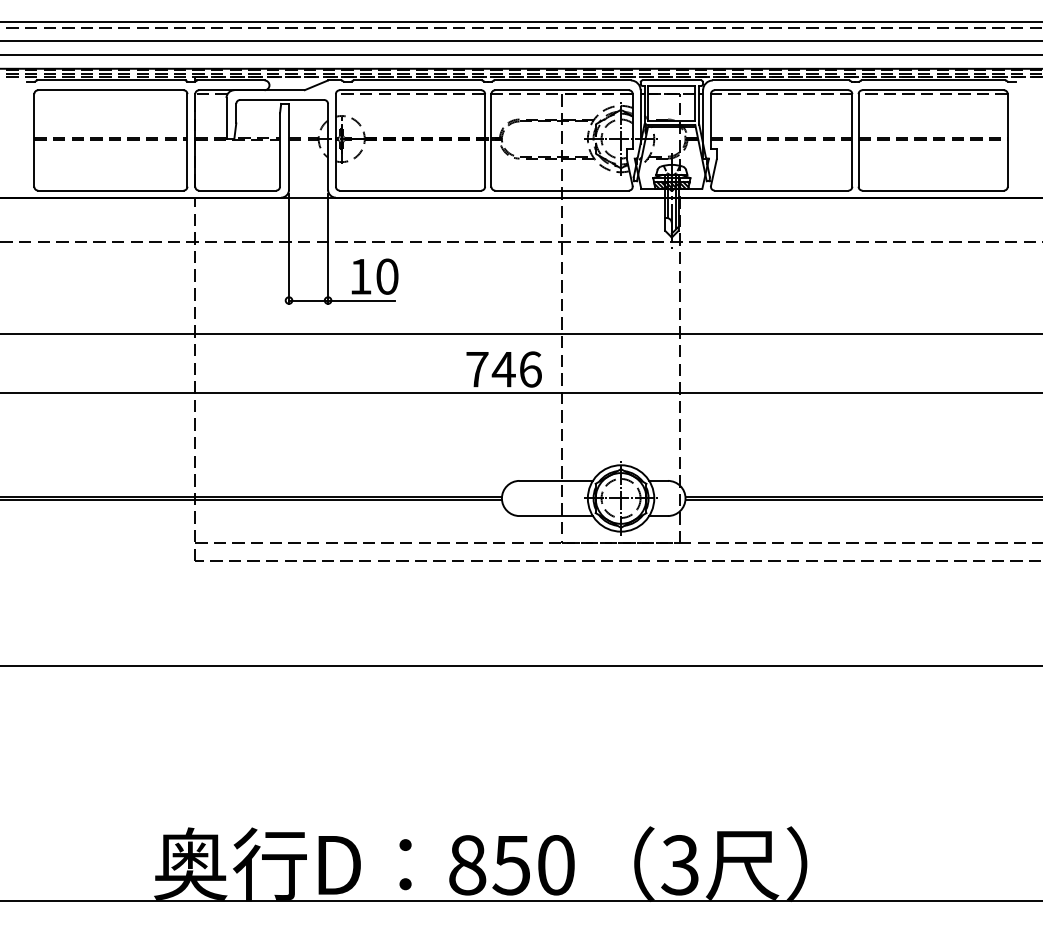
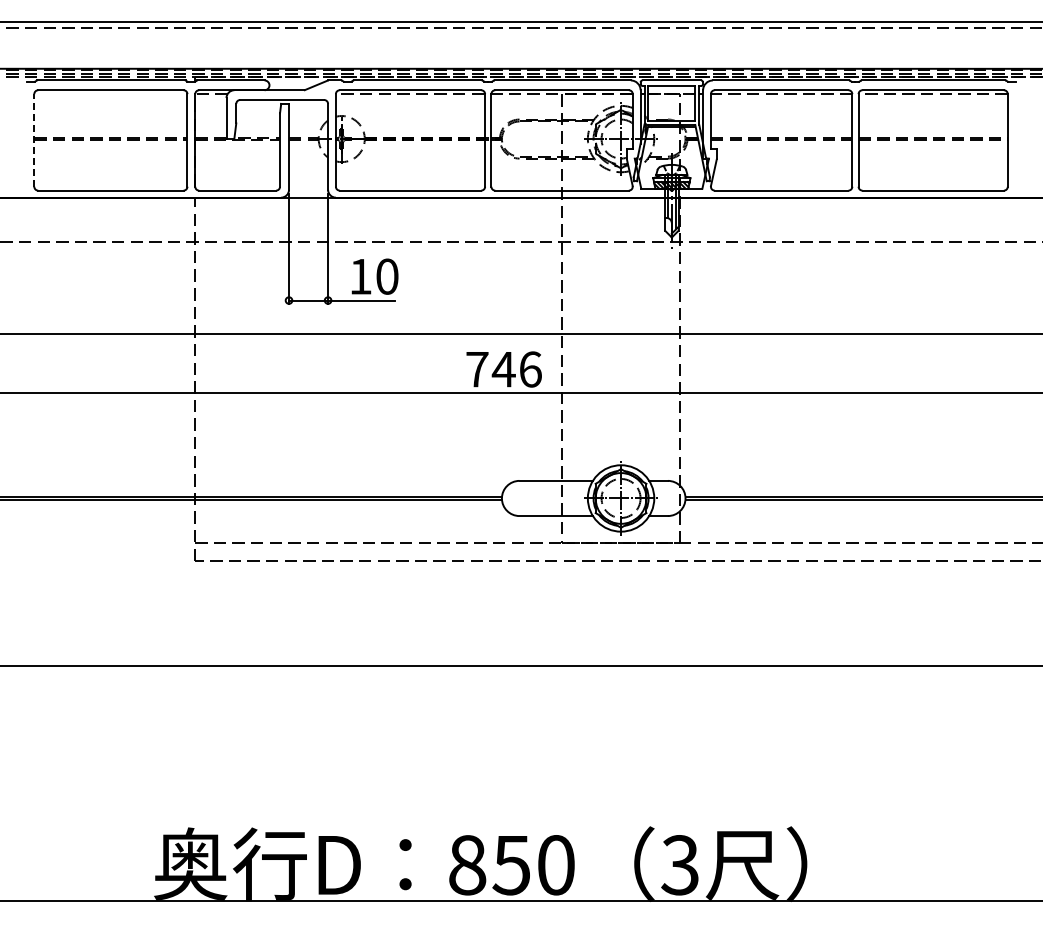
line at (520, 41): present -> none
line at (520, 55): present -> none
line at (34, 139): solid -> dashed
